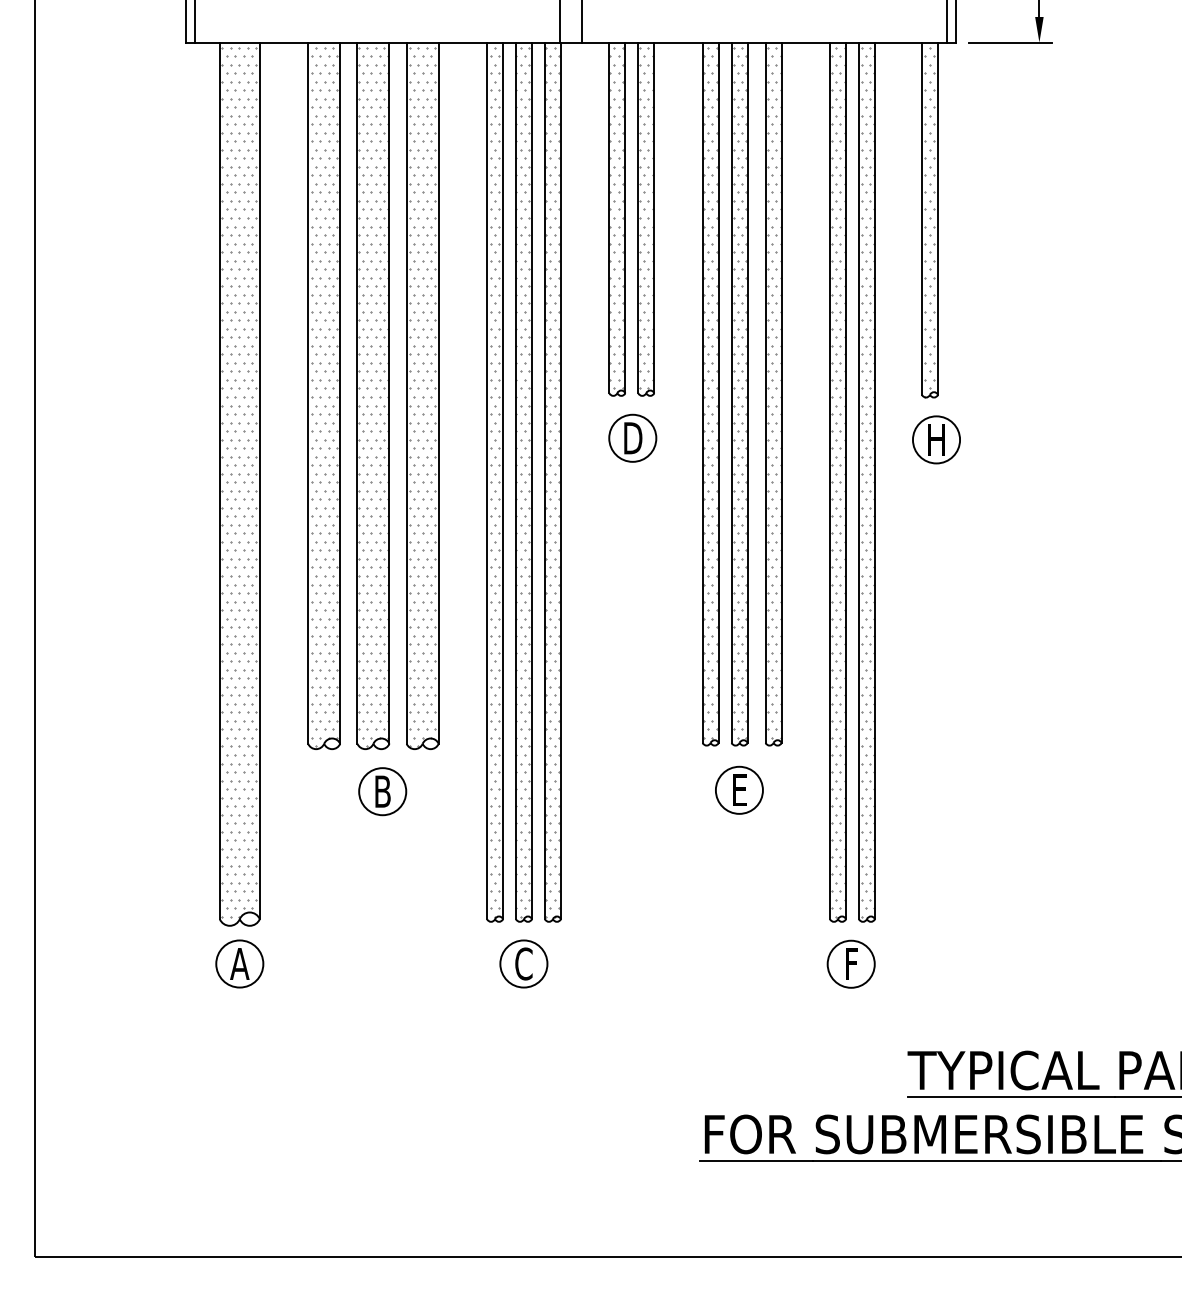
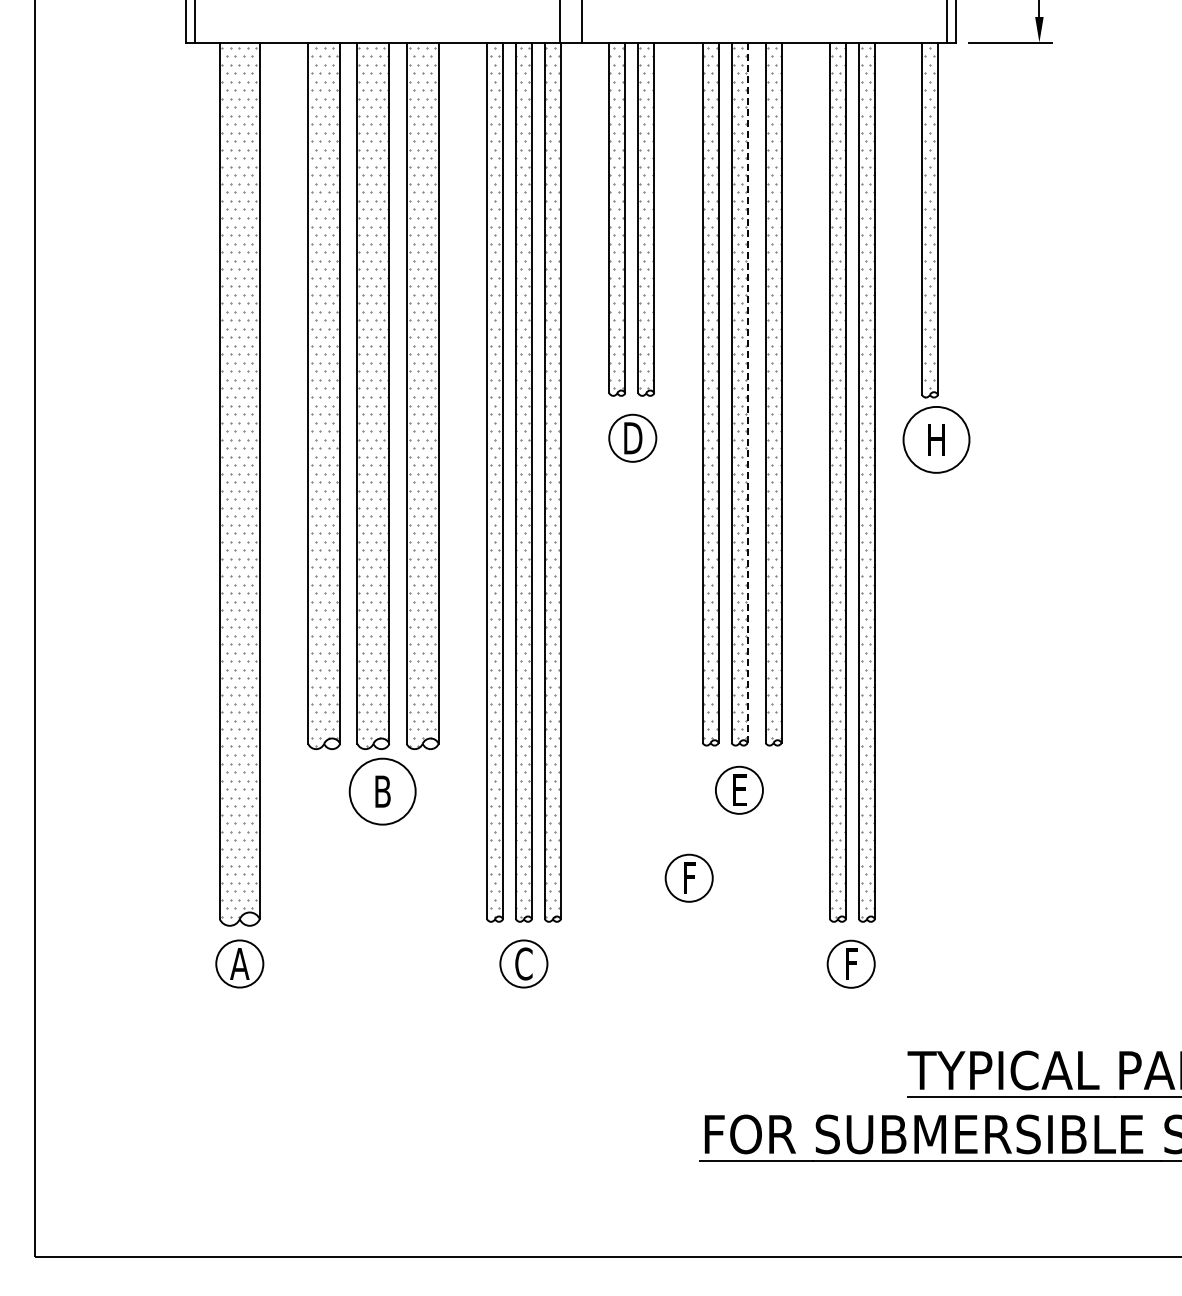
line at (747, 392): solid -> dashed
circle at (936, 439) diameter: 47 px -> 66 px
circle at (382, 791) diameter: 47 px -> 66 px
part at (688, 877): none -> present
